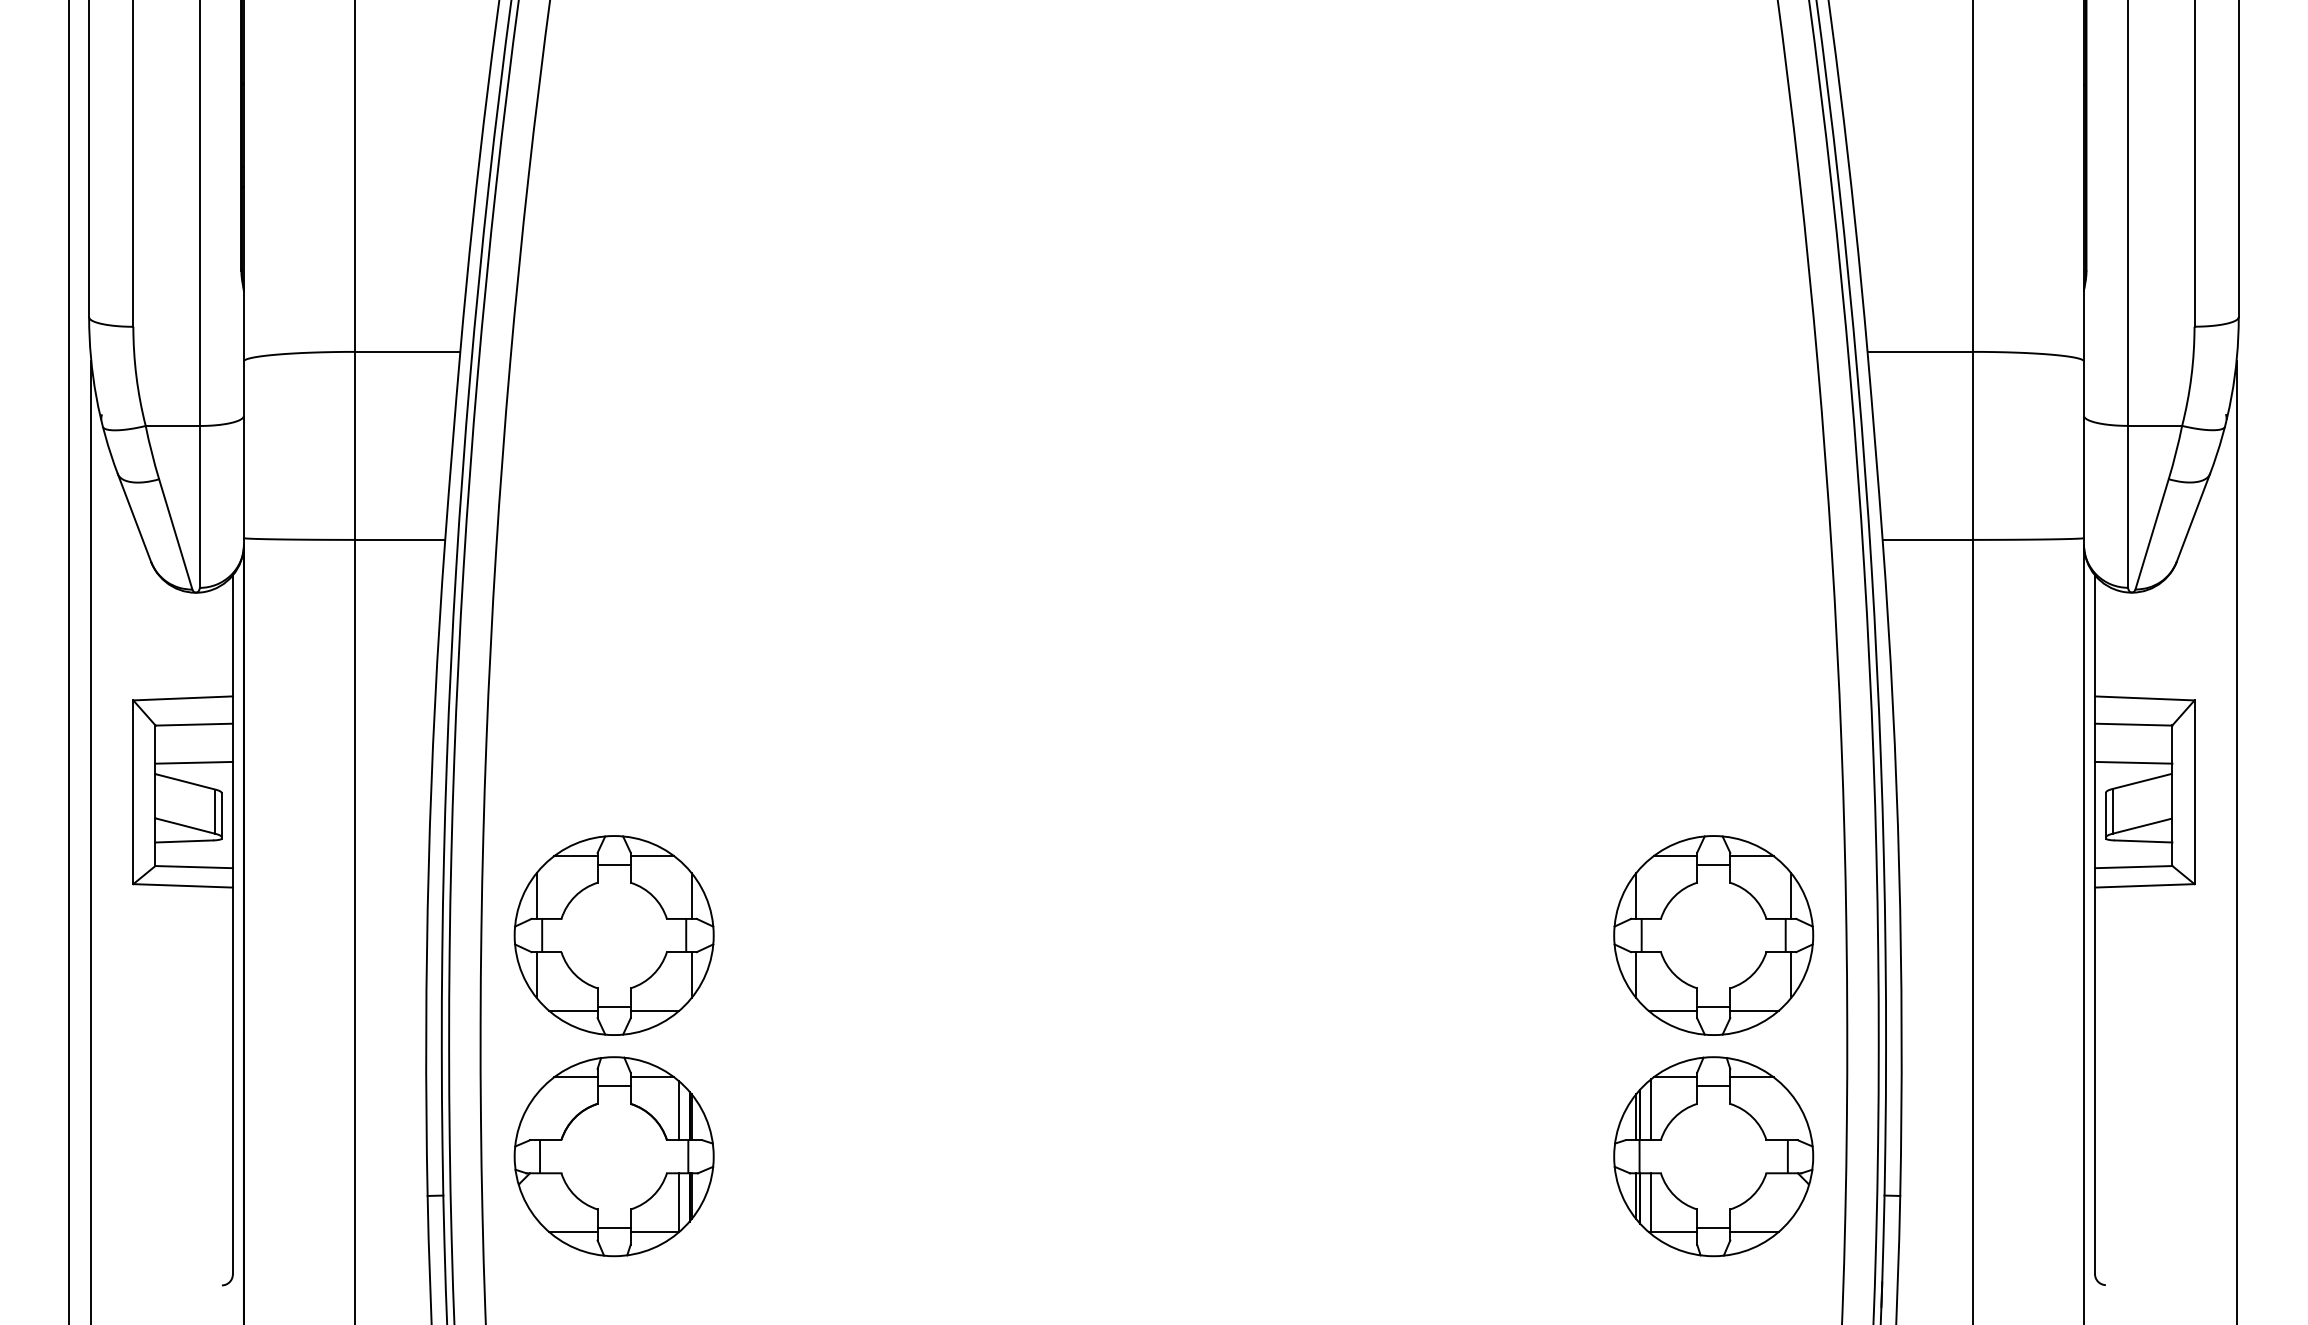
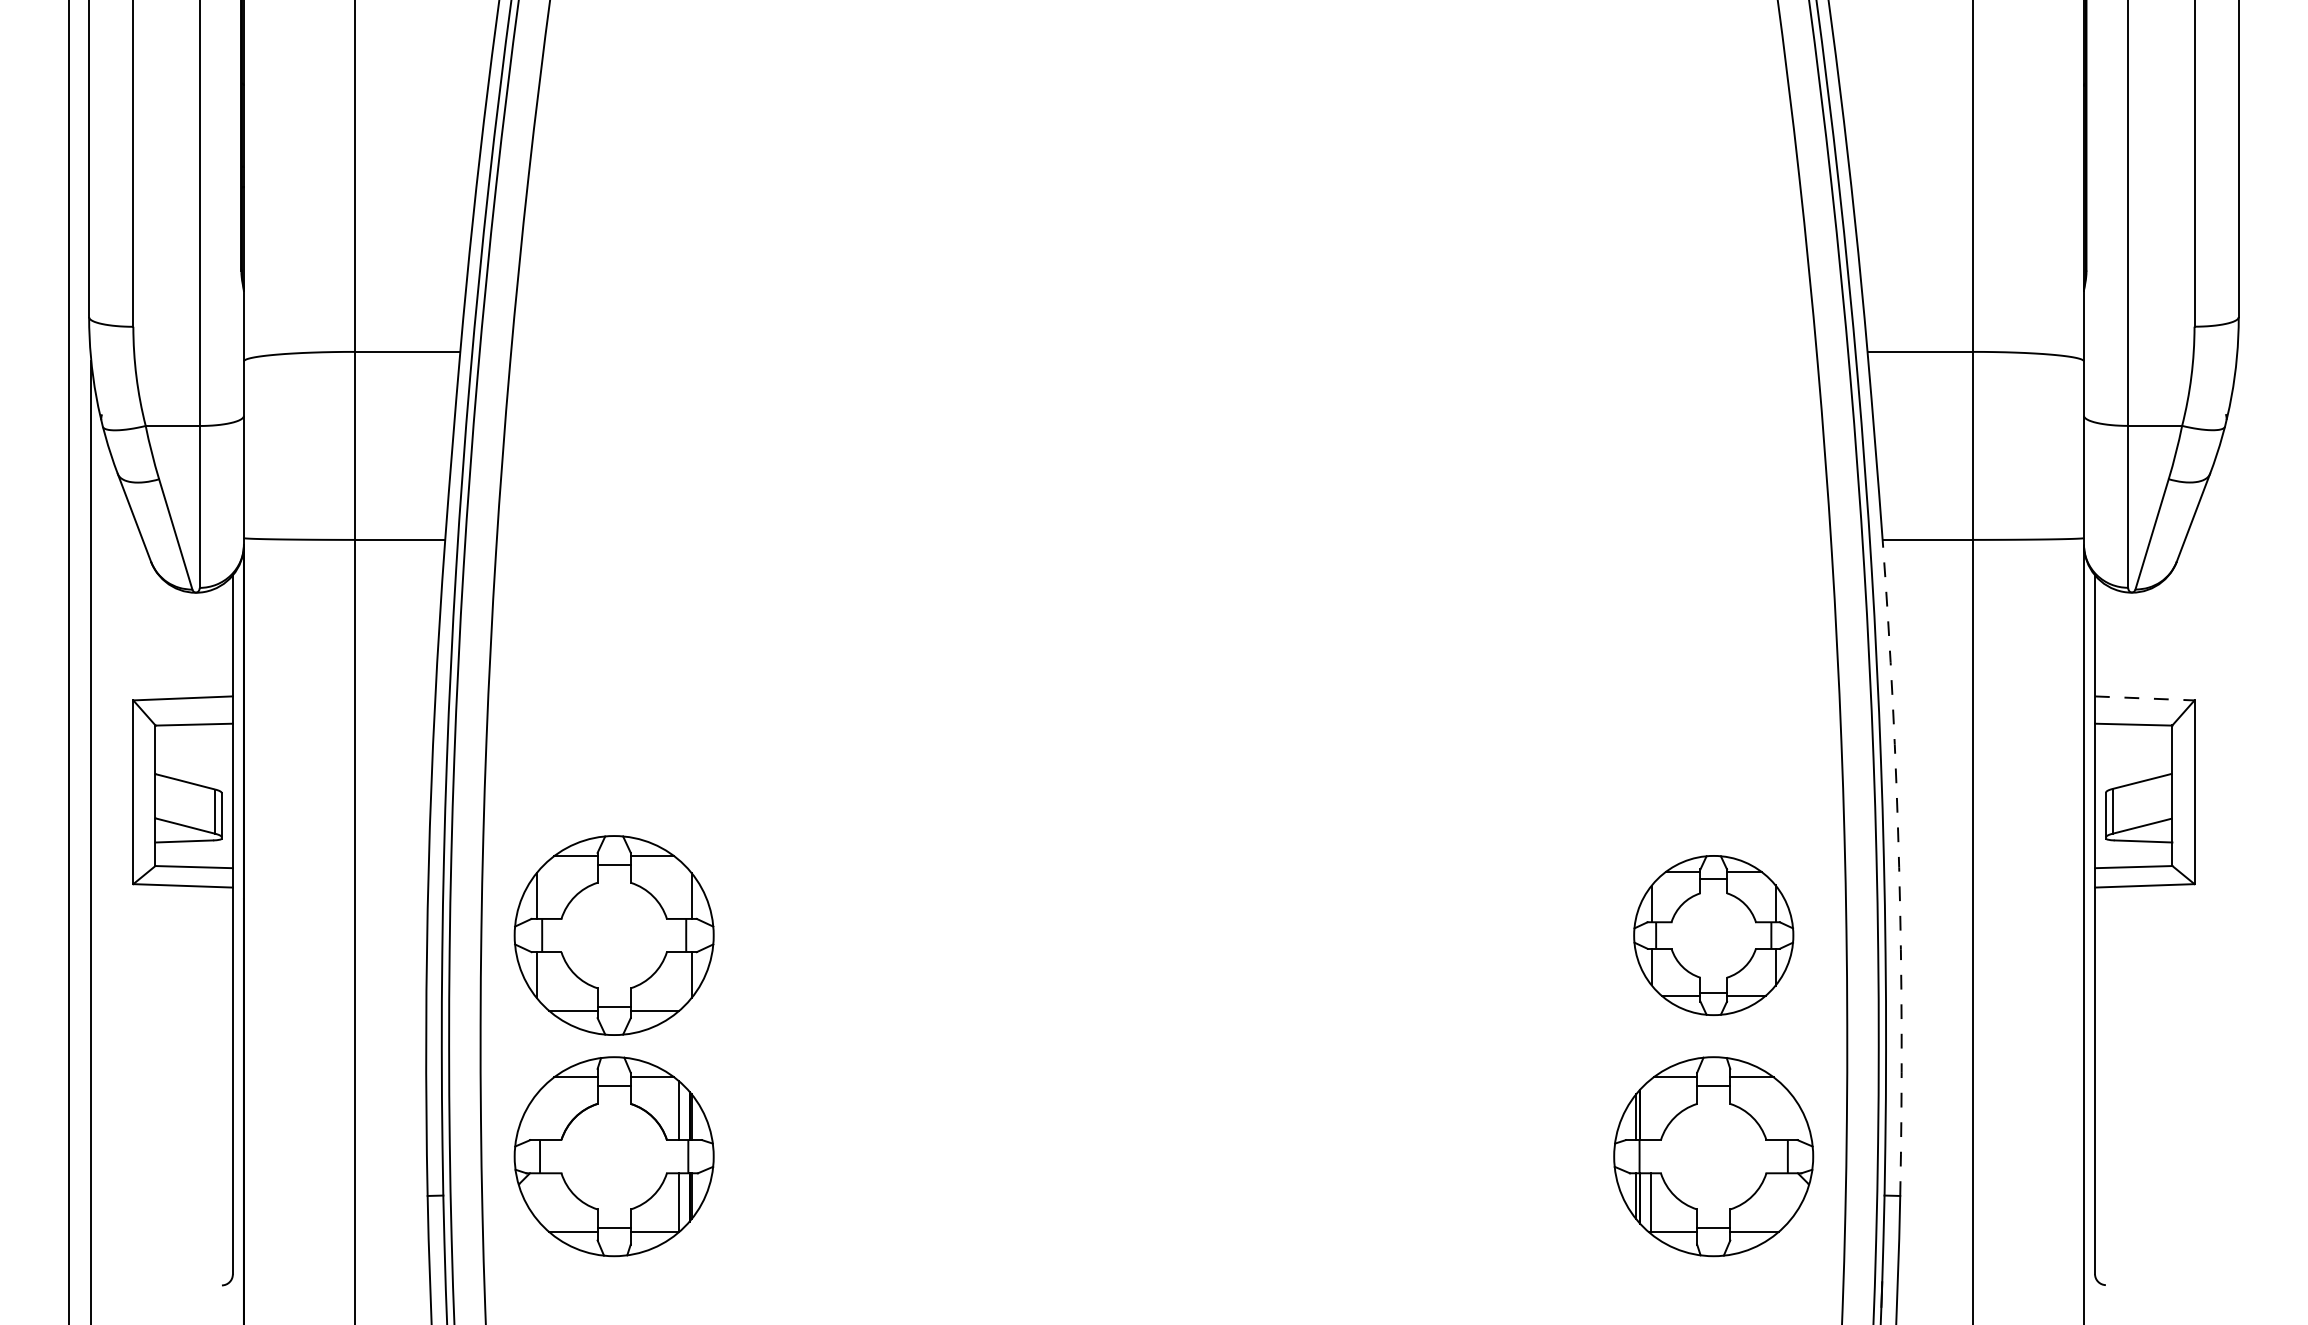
line at (2144, 698): solid -> dashed
line at (193, 762): present -> none
line at (2133, 762): present -> none
line at (2236, 841): present -> none
arc at (1899, 867): solid -> dashed
part at (1713, 935) size: 202x201 px -> 162x161 px
line at (1651, 1109): present -> none
